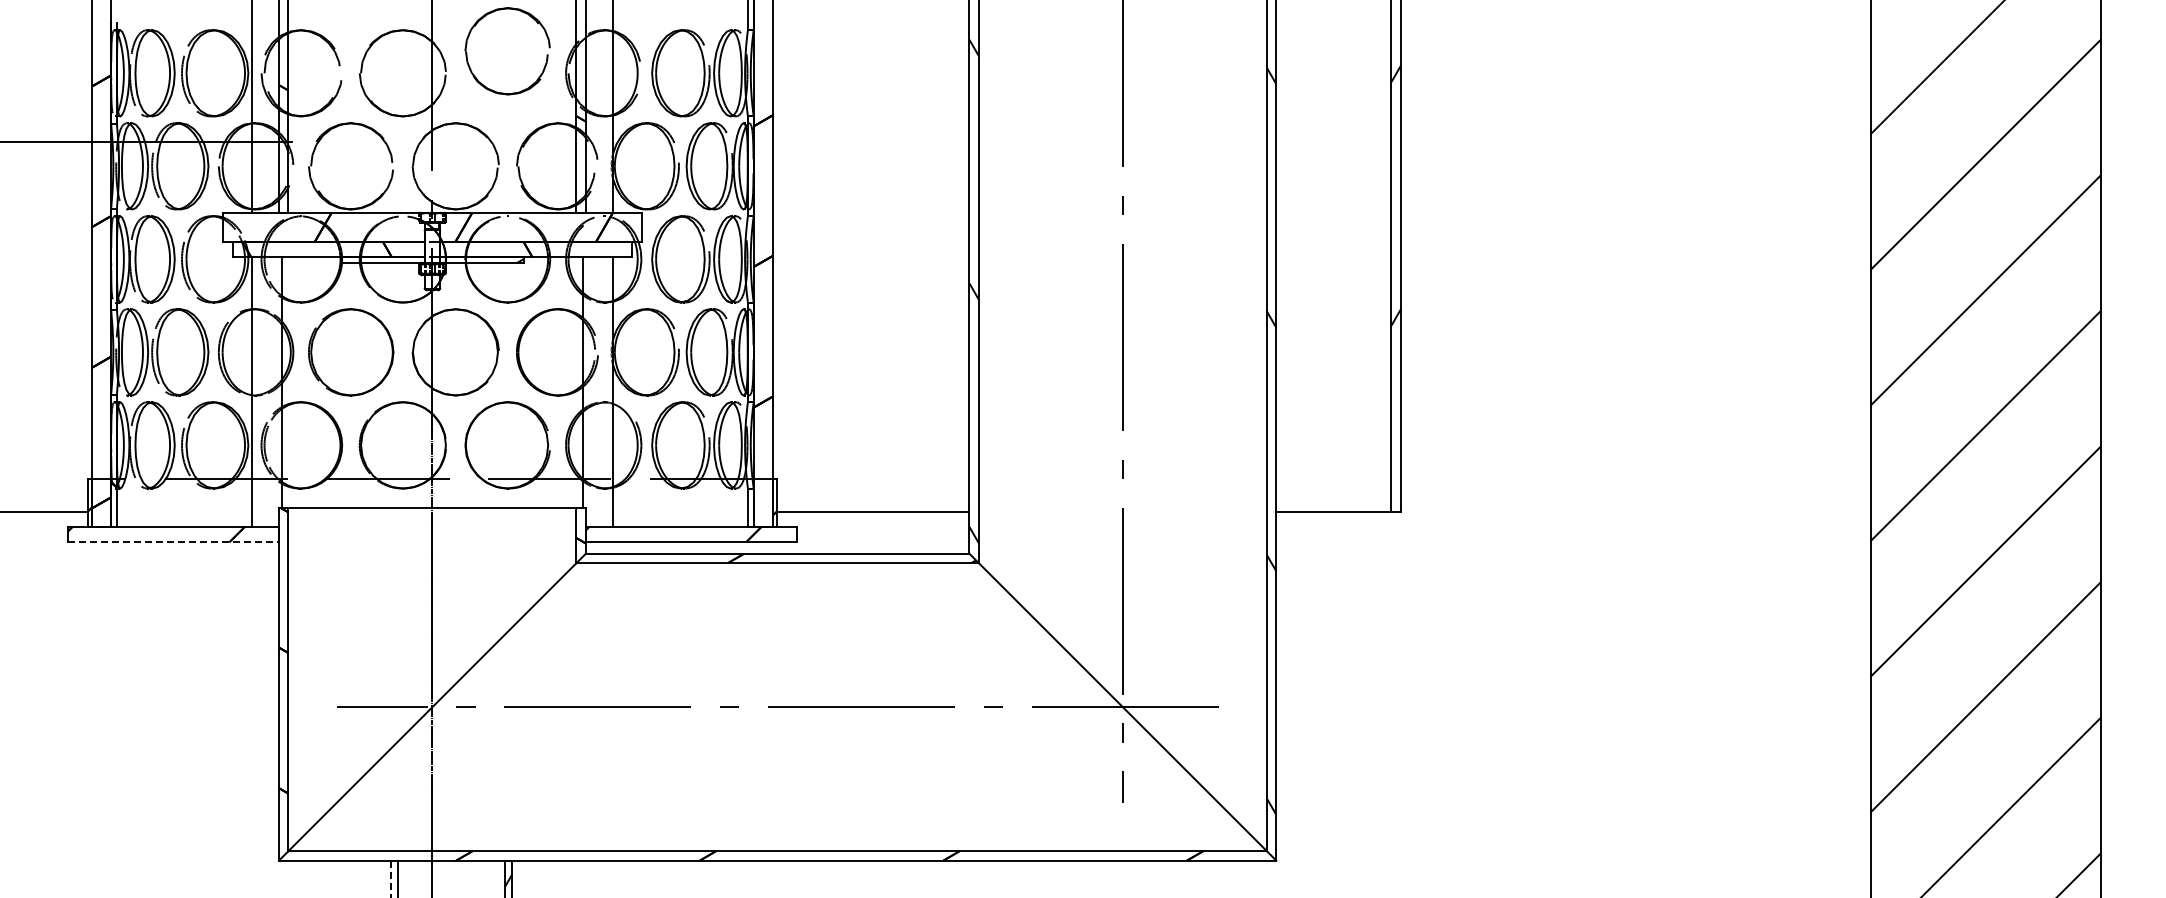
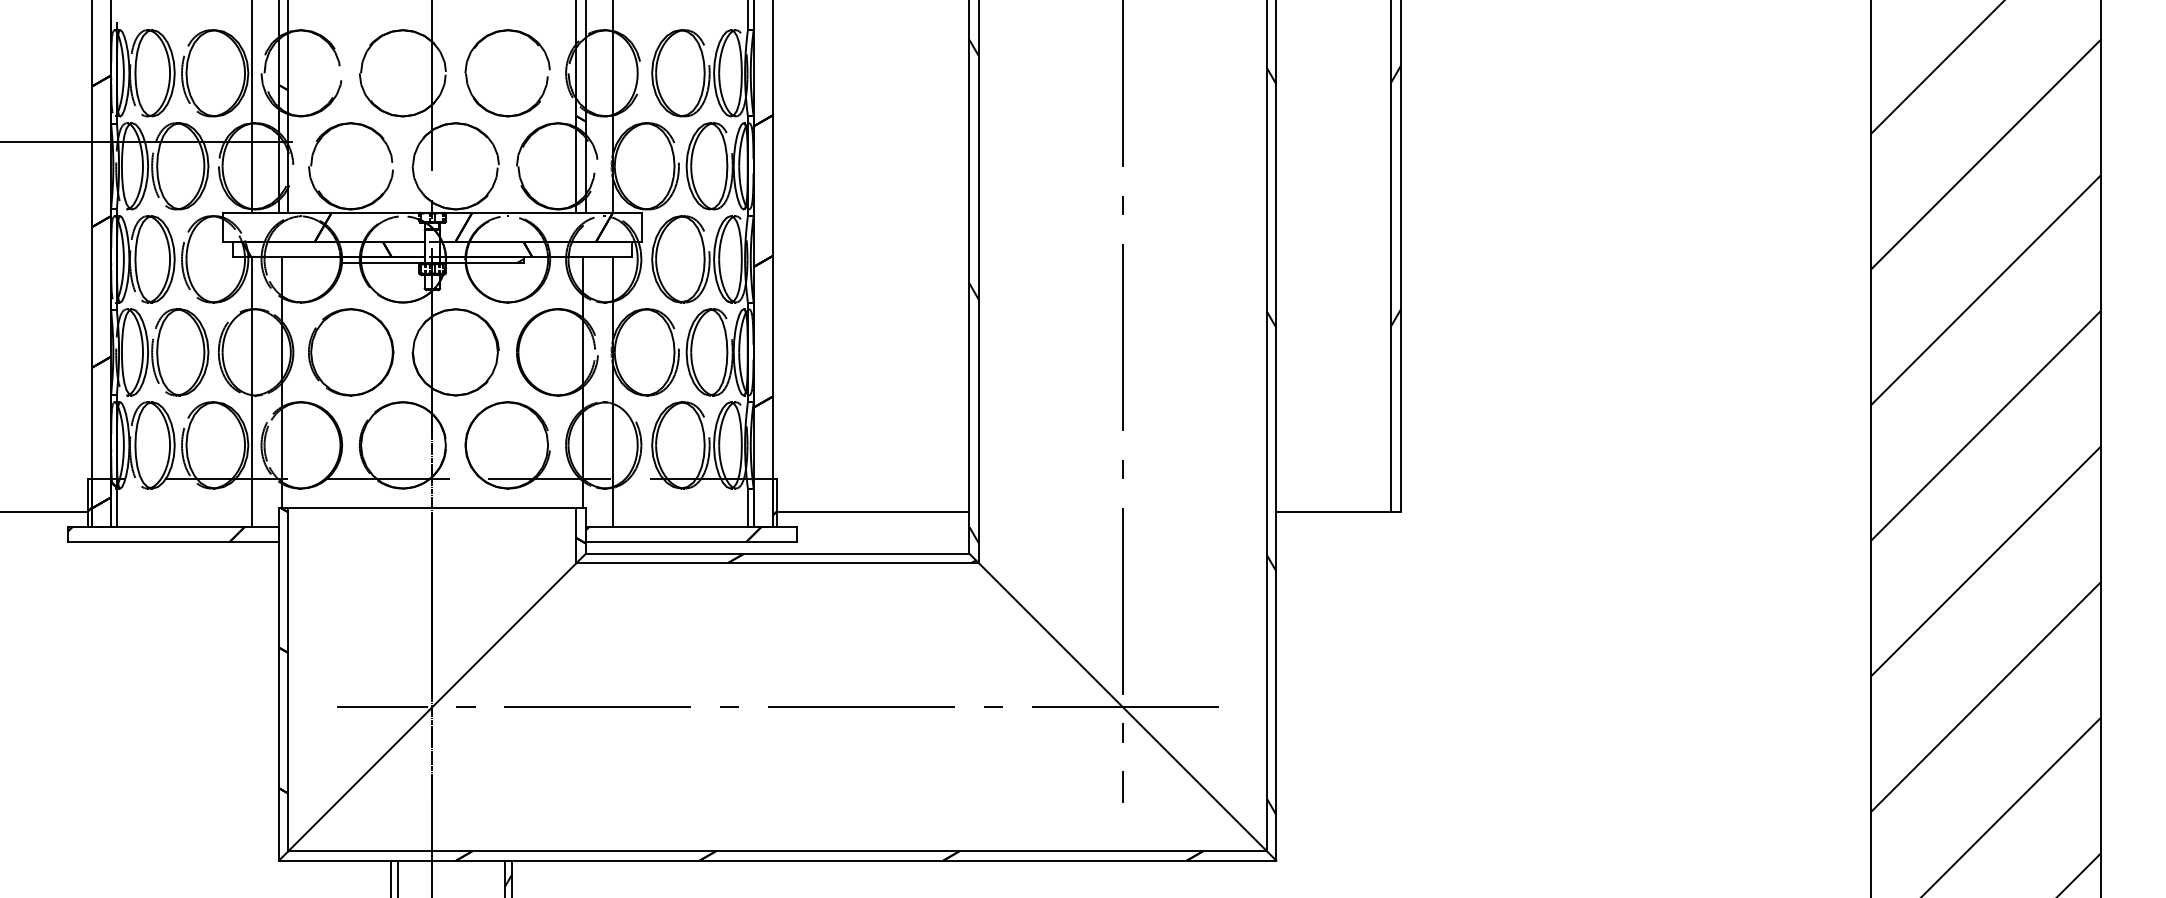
part at (546, 54) position: (546, 54) -> (546, 76)
line at (174, 542): dashed -> solid
line at (391, 879): dashed -> solid
